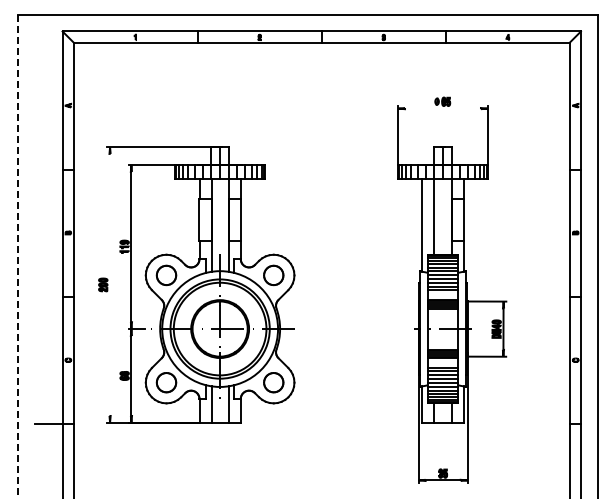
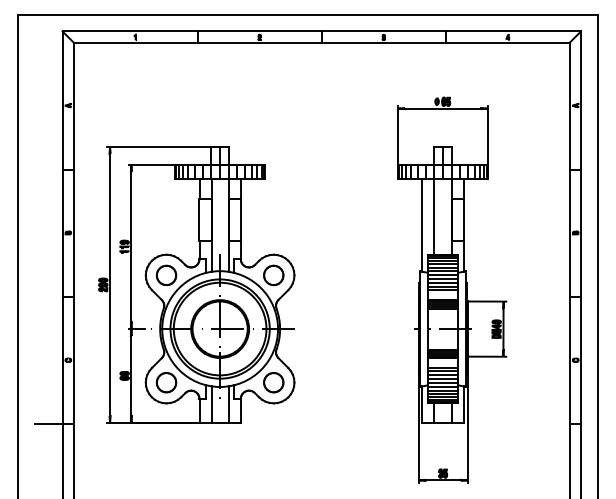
line at (442, 108): none -> present
line at (18, 256): dashed -> solid
line at (110, 284): none -> present
